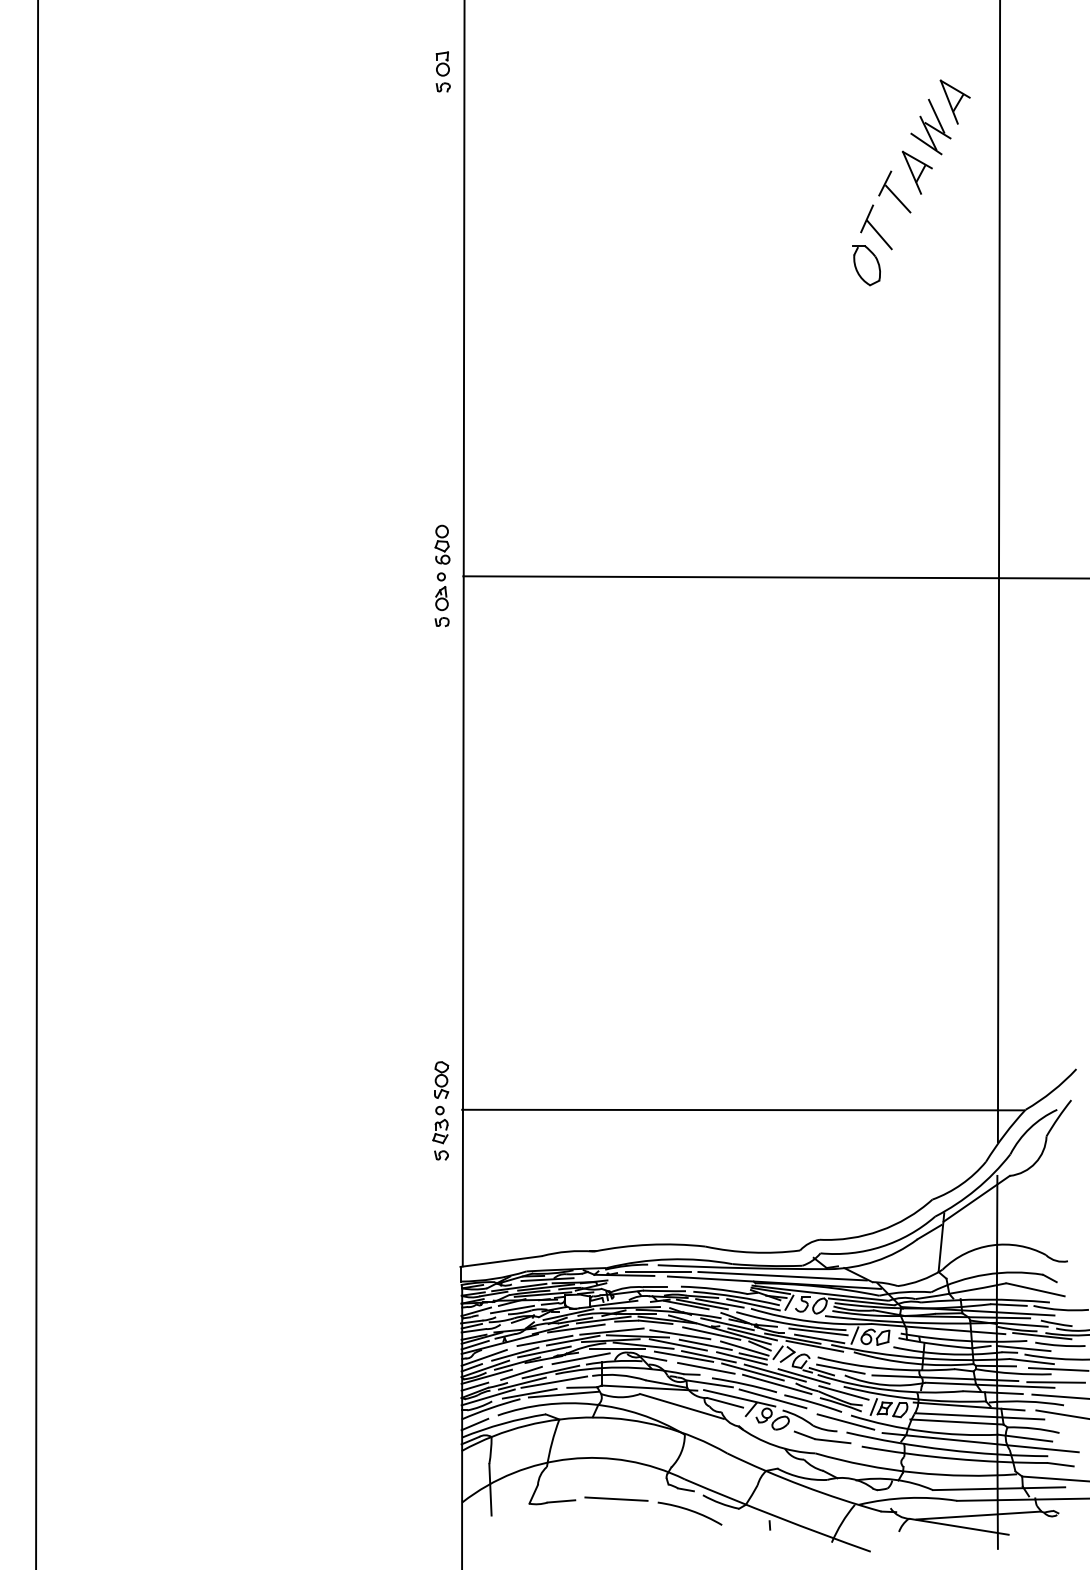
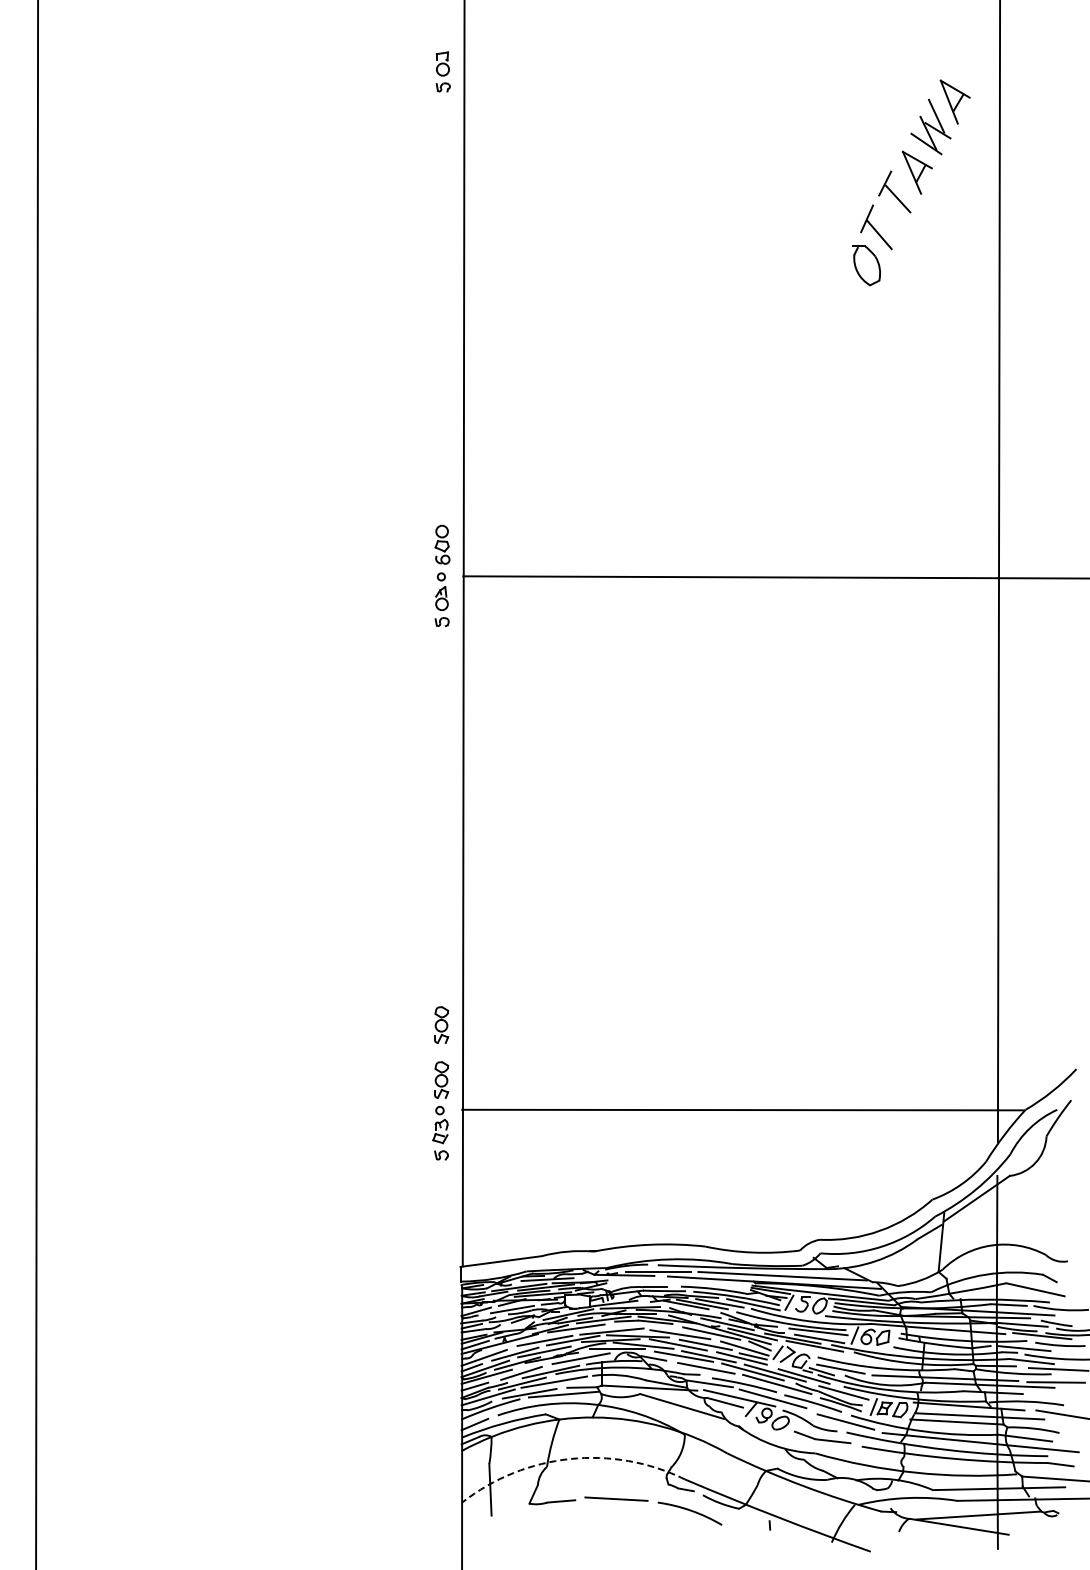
part at (441, 1024): none -> present
line at (1059, 1396): present -> none
arc at (570, 1459): solid -> dashed
